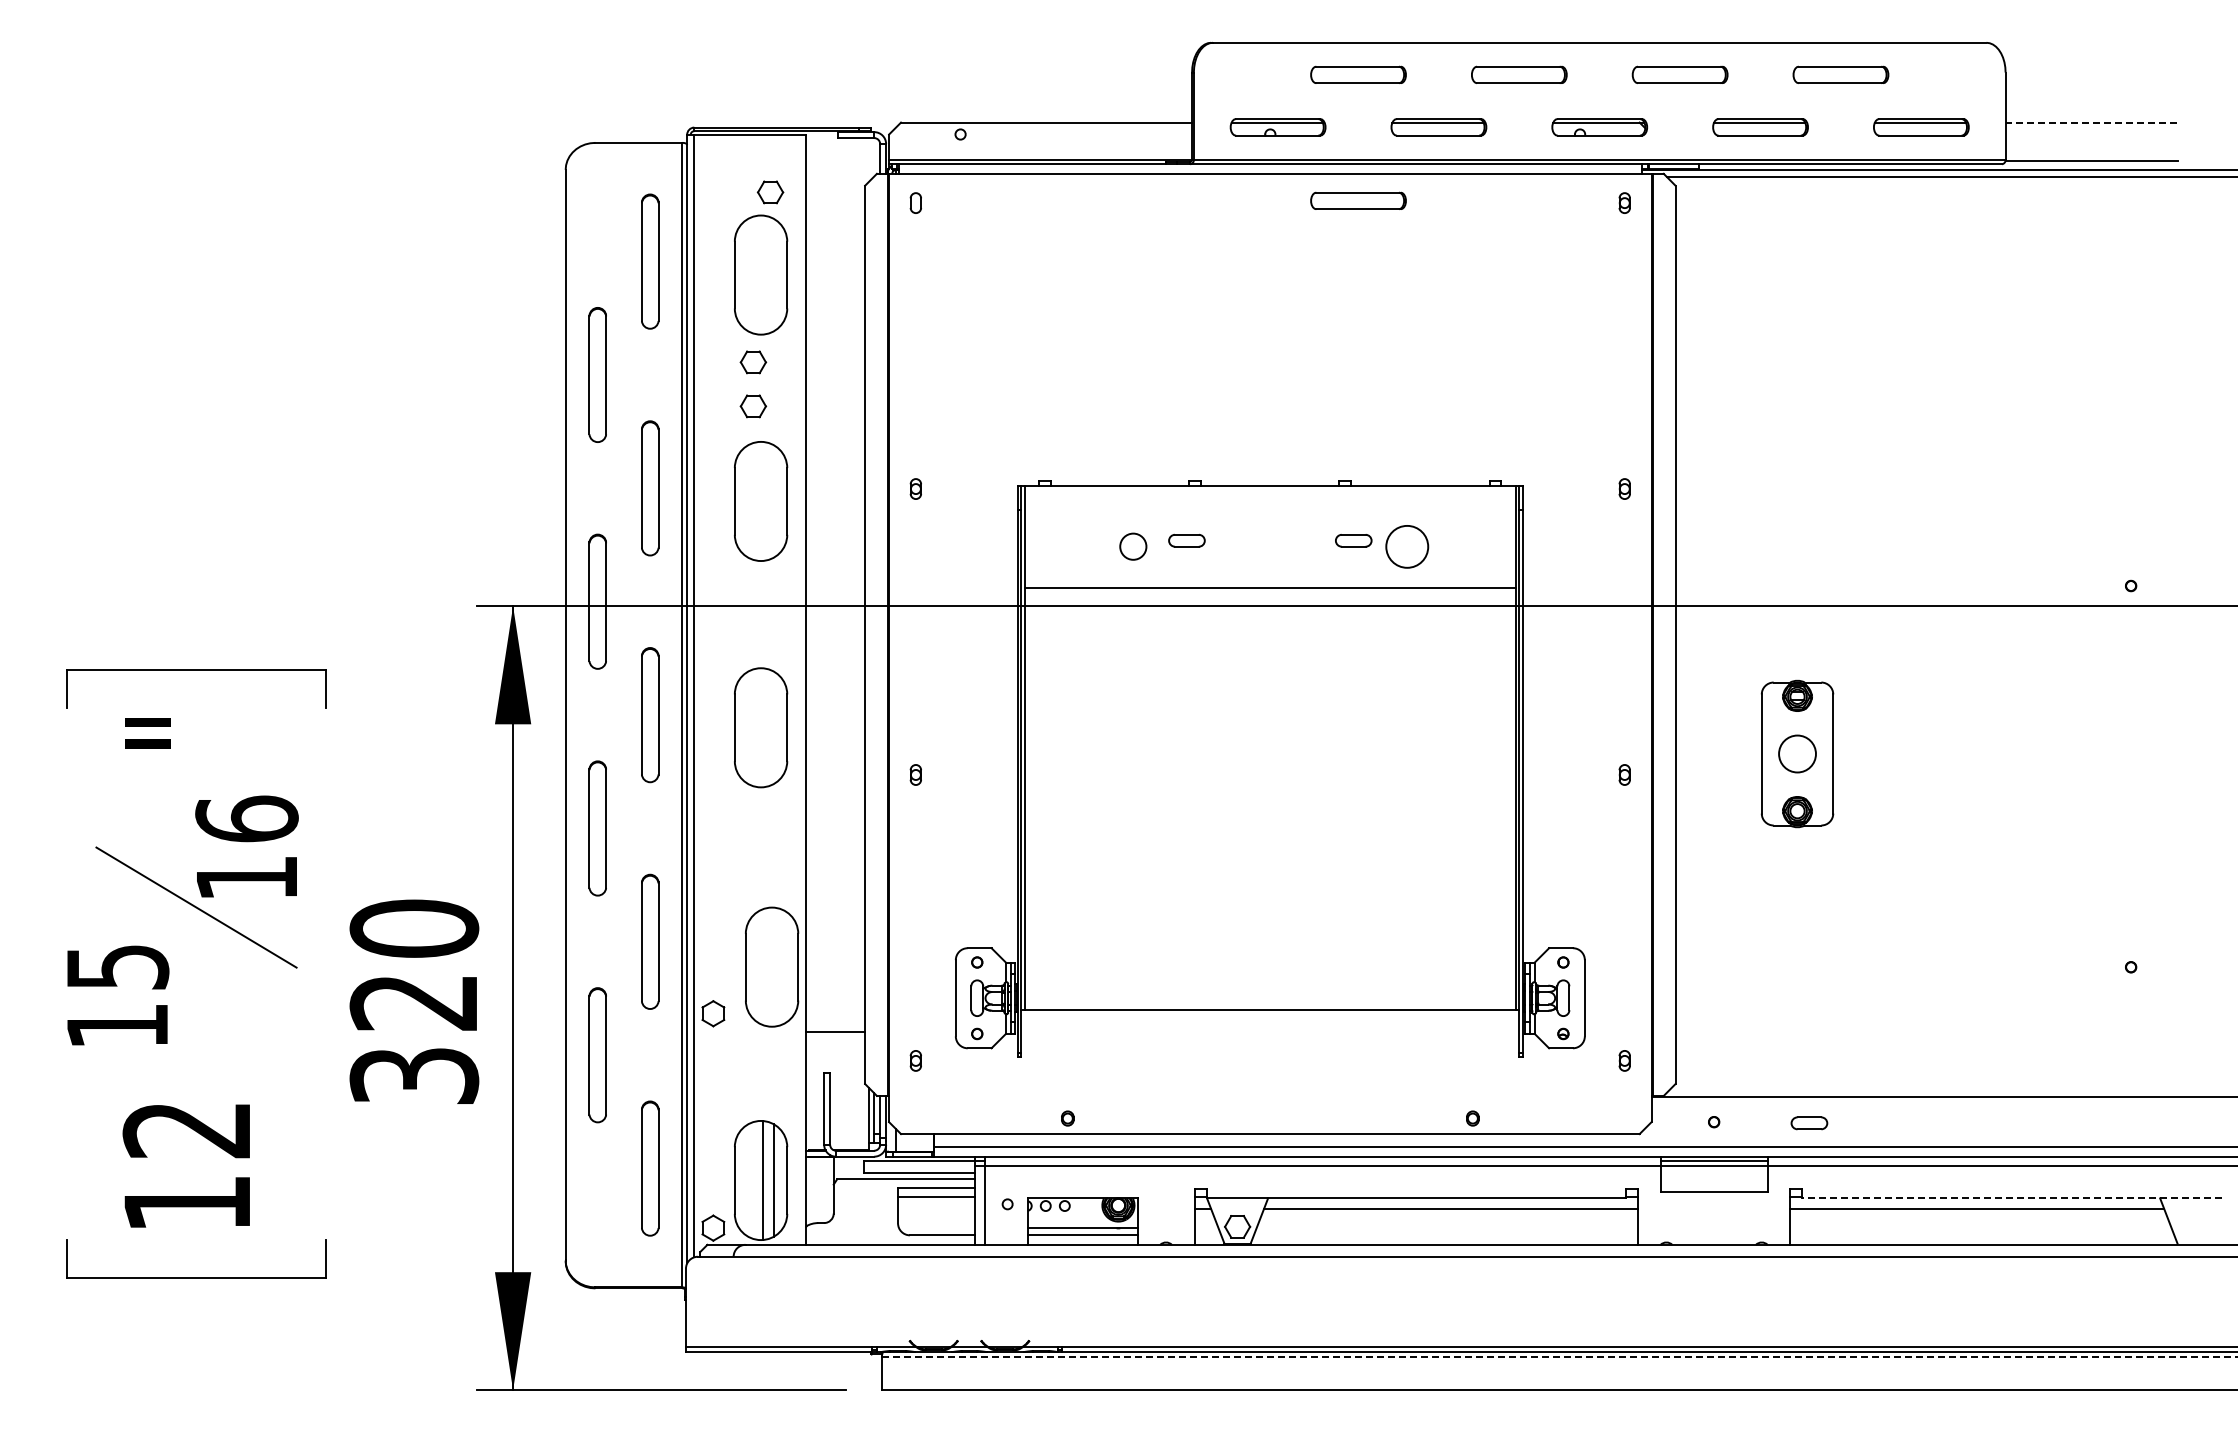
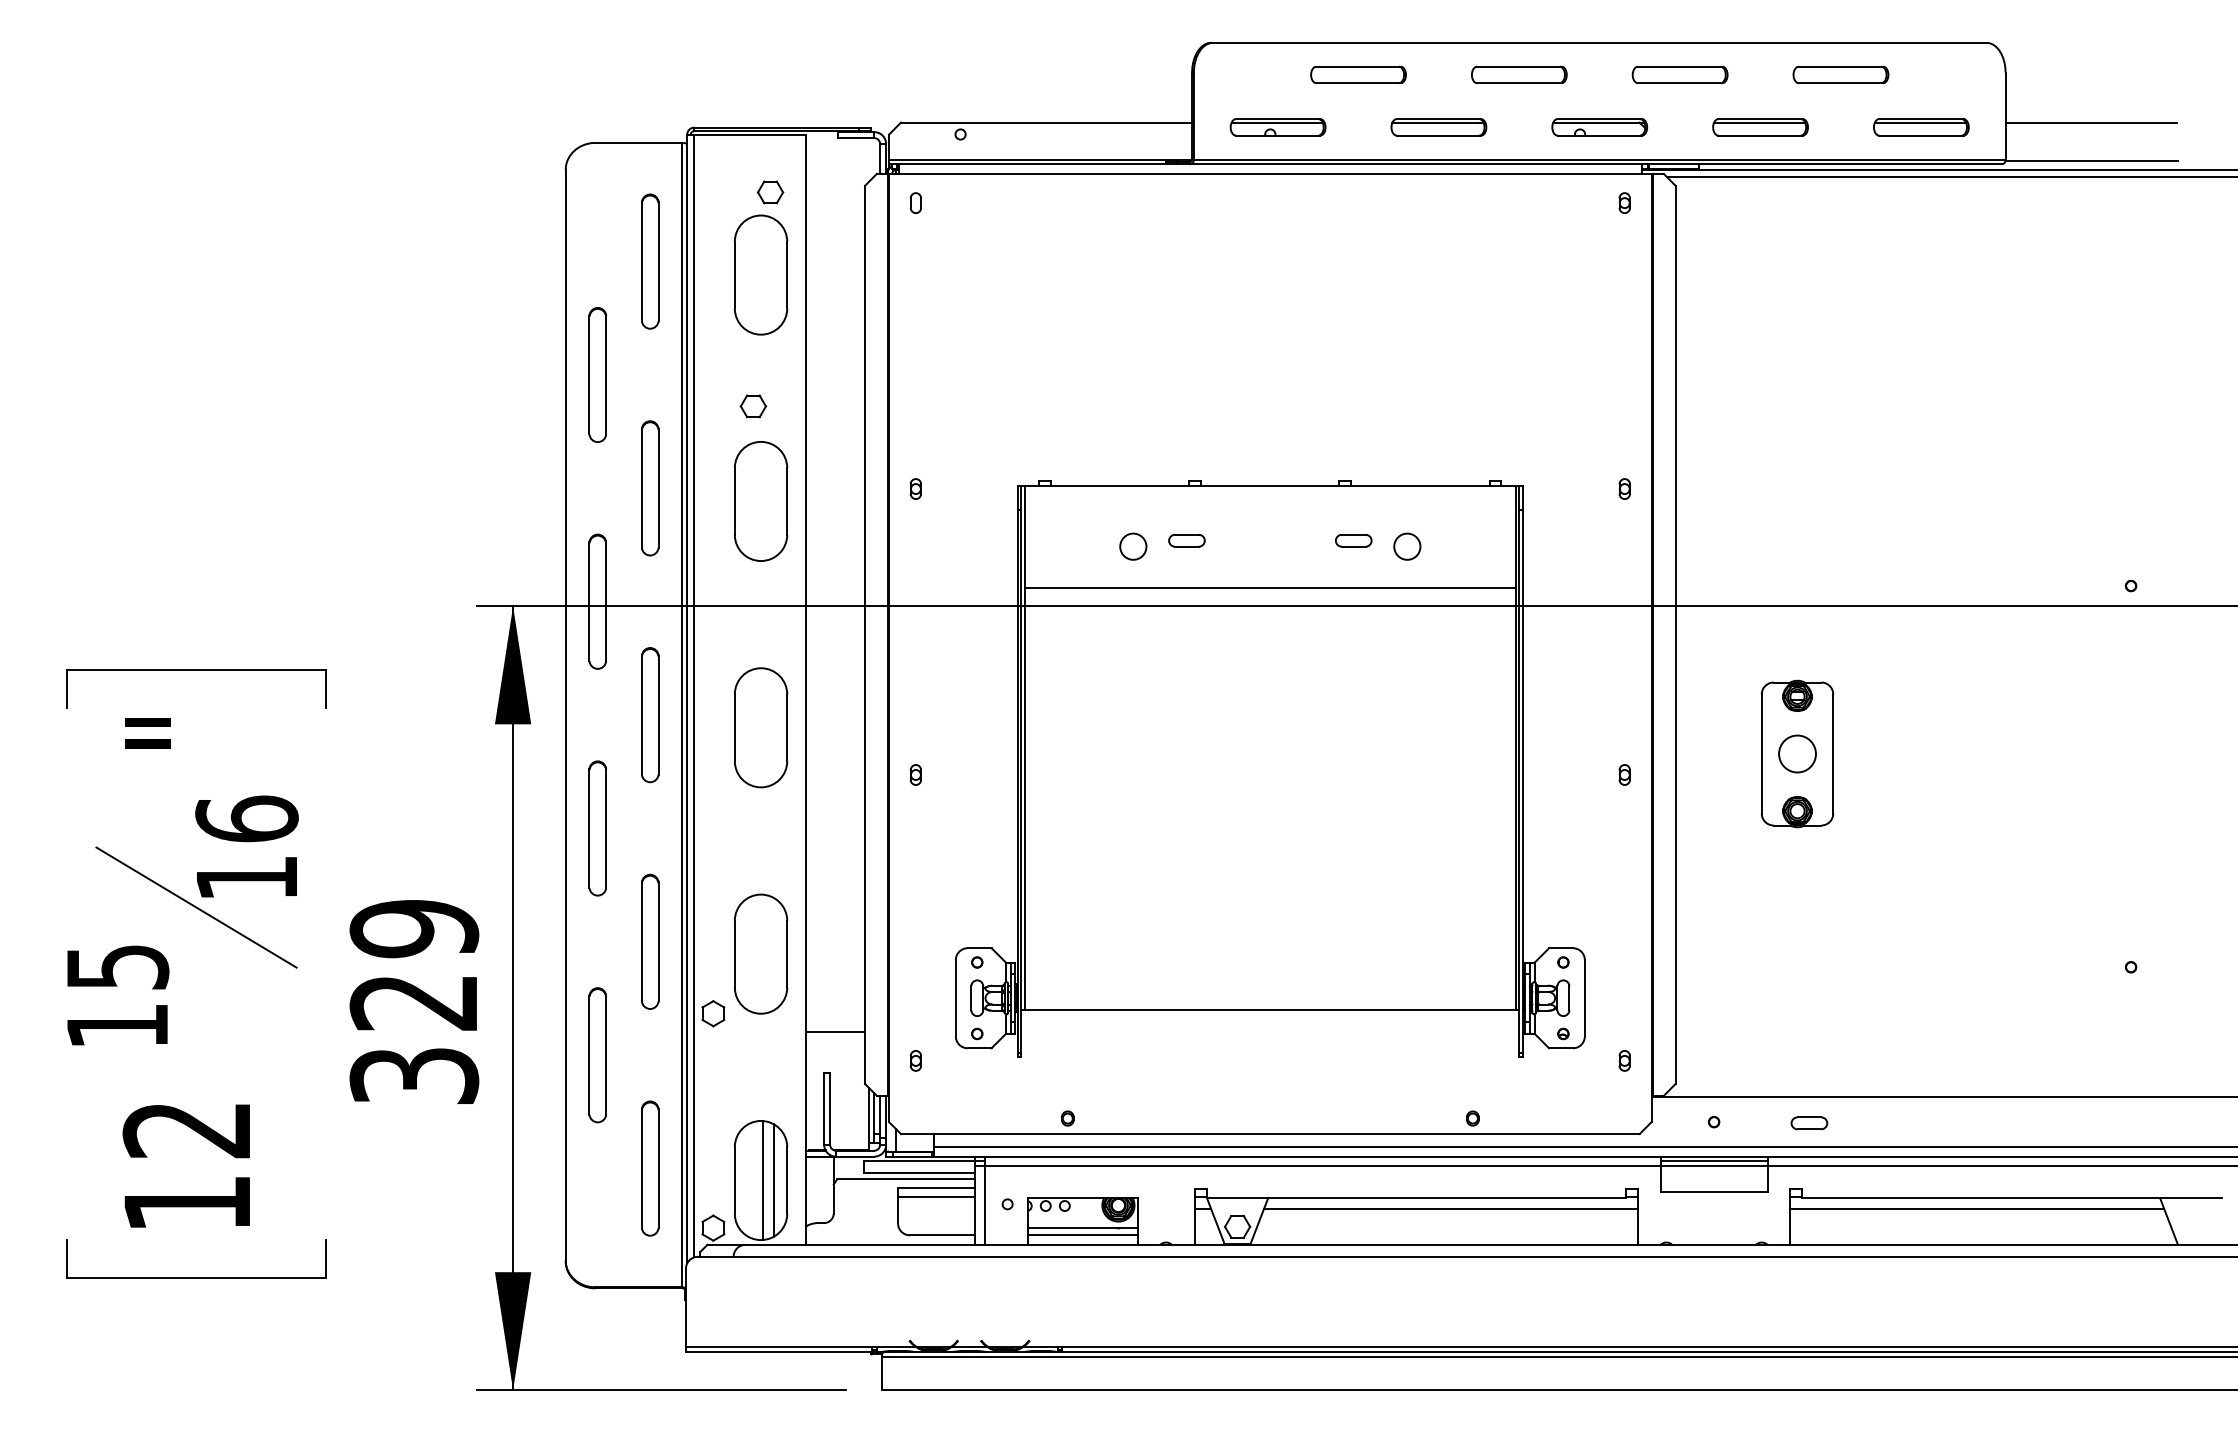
line at (2091, 122): dashed -> solid
part at (1358, 200): present -> none
part at (753, 362): present -> none
circle at (1407, 546) size: 45x44 px -> 29x29 px
text at (414, 928): 320 -> 329
part at (772, 966) position: (772, 966) -> (761, 953)
line at (2011, 1198): dashed -> solid
line at (1559, 1356): dashed -> solid
